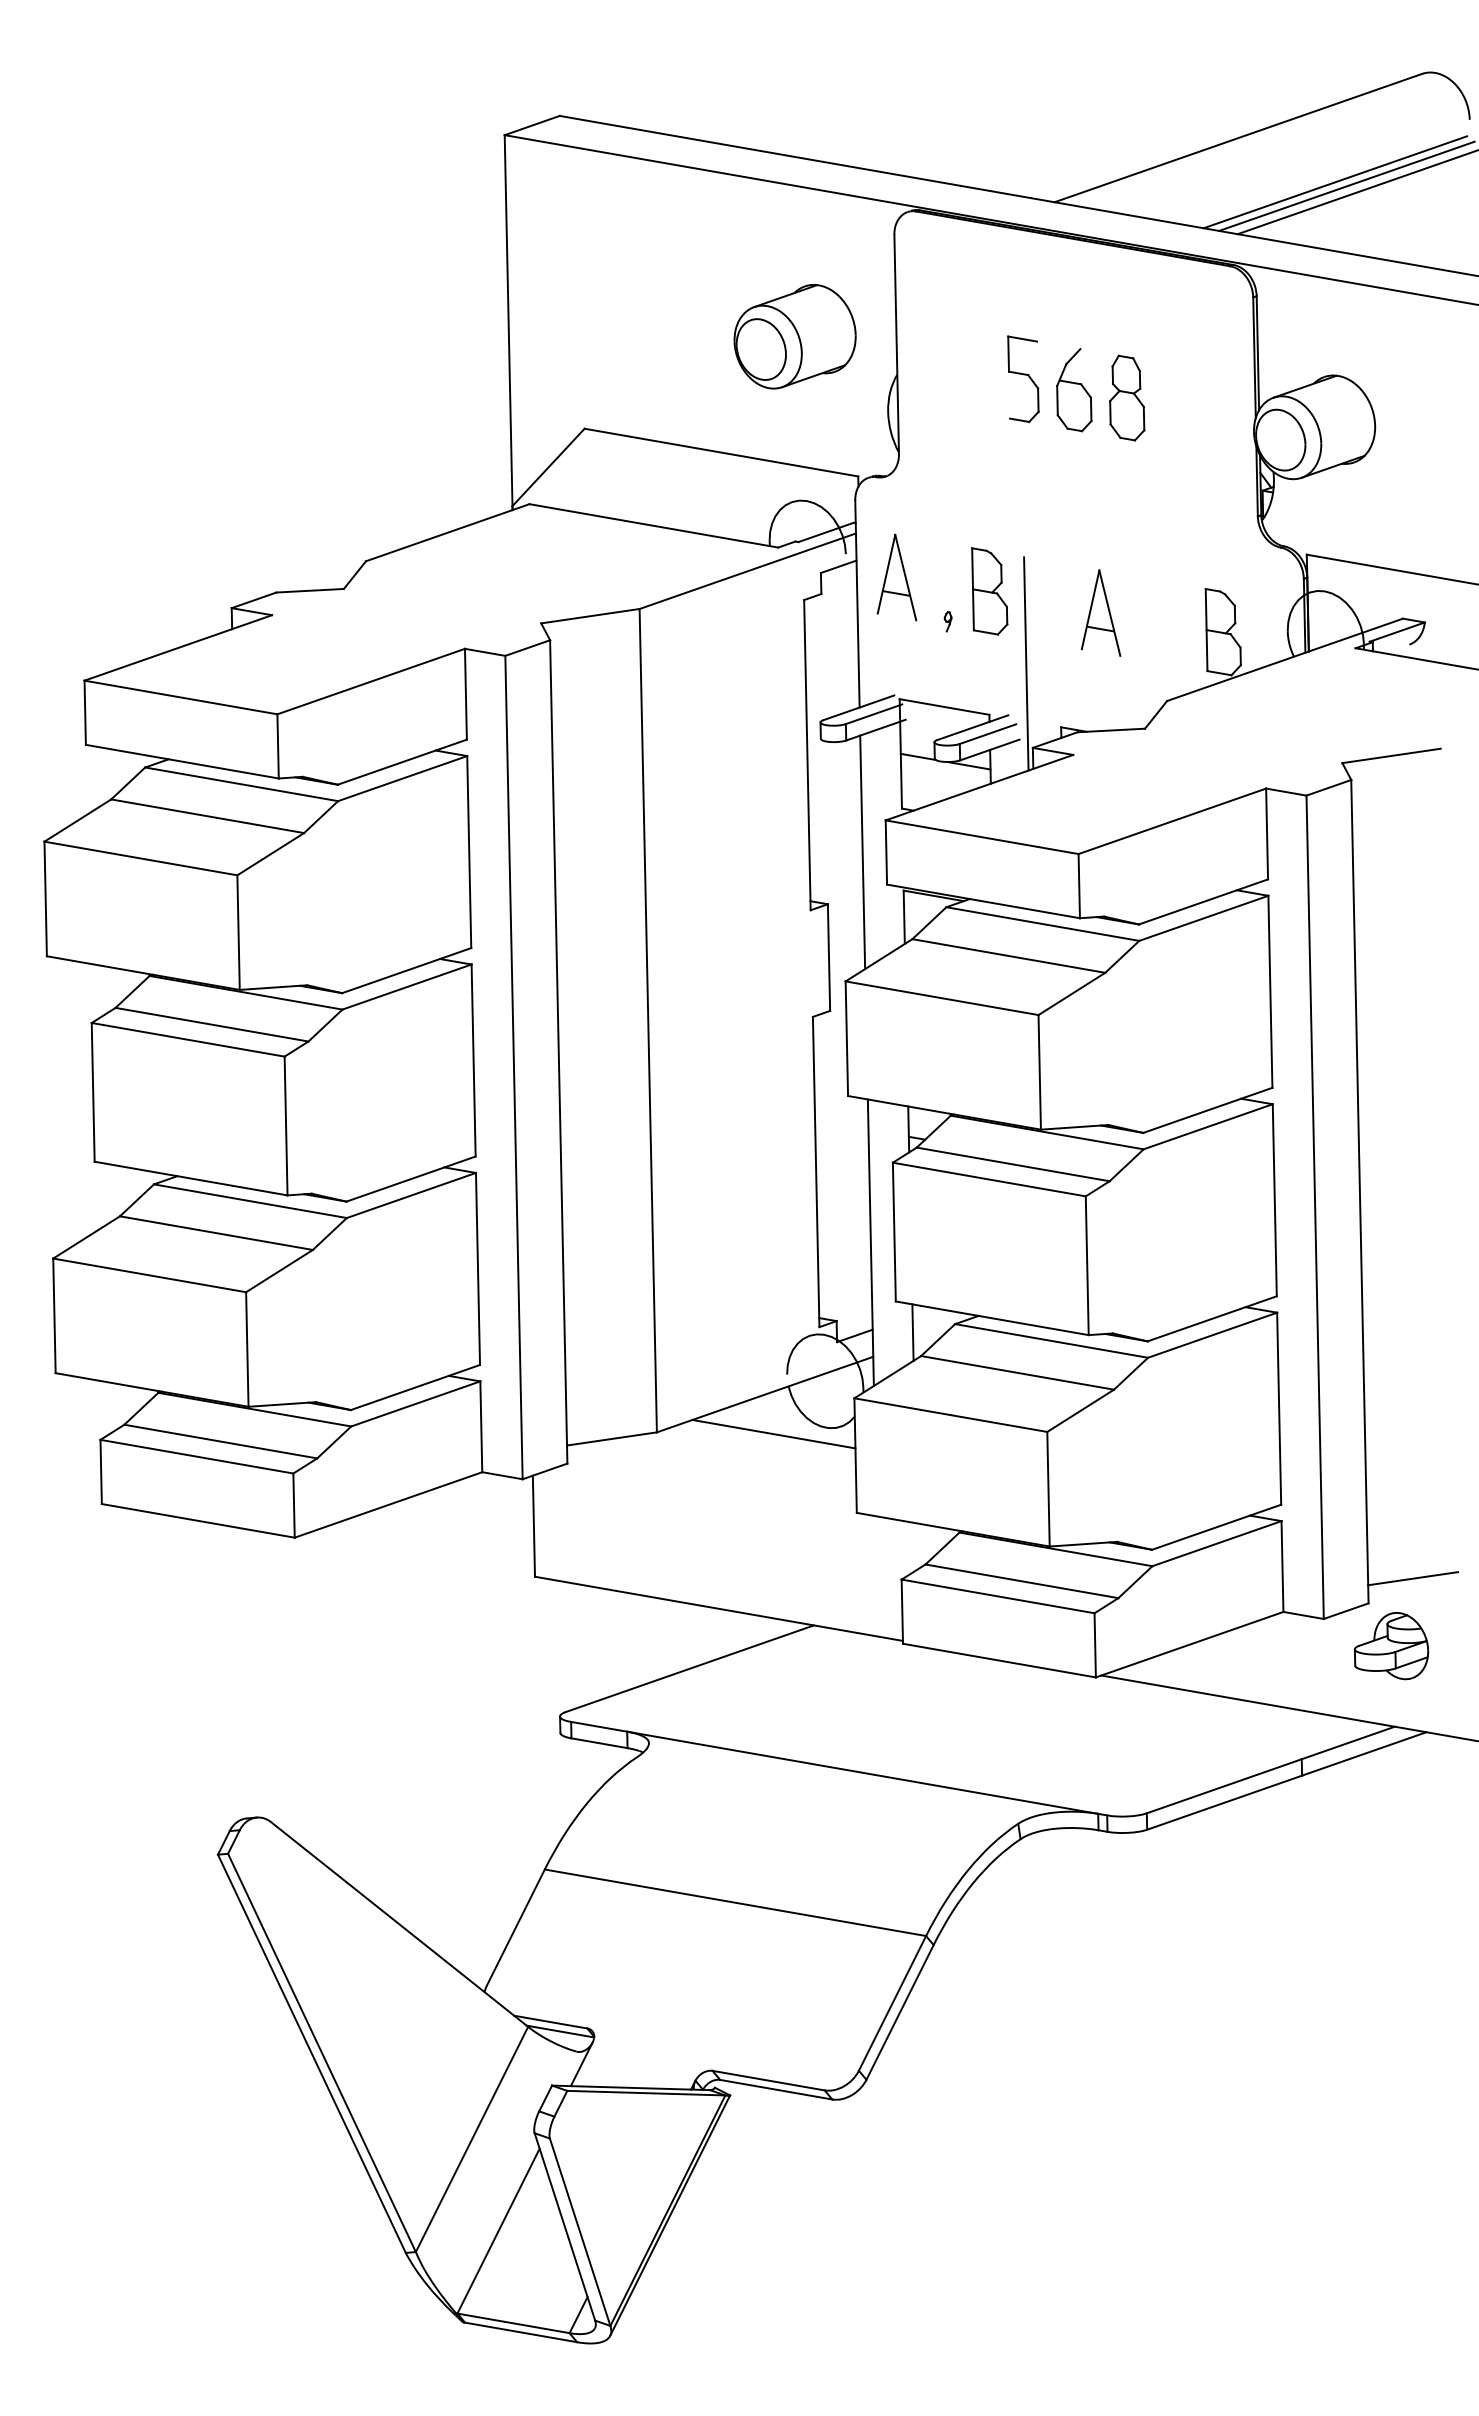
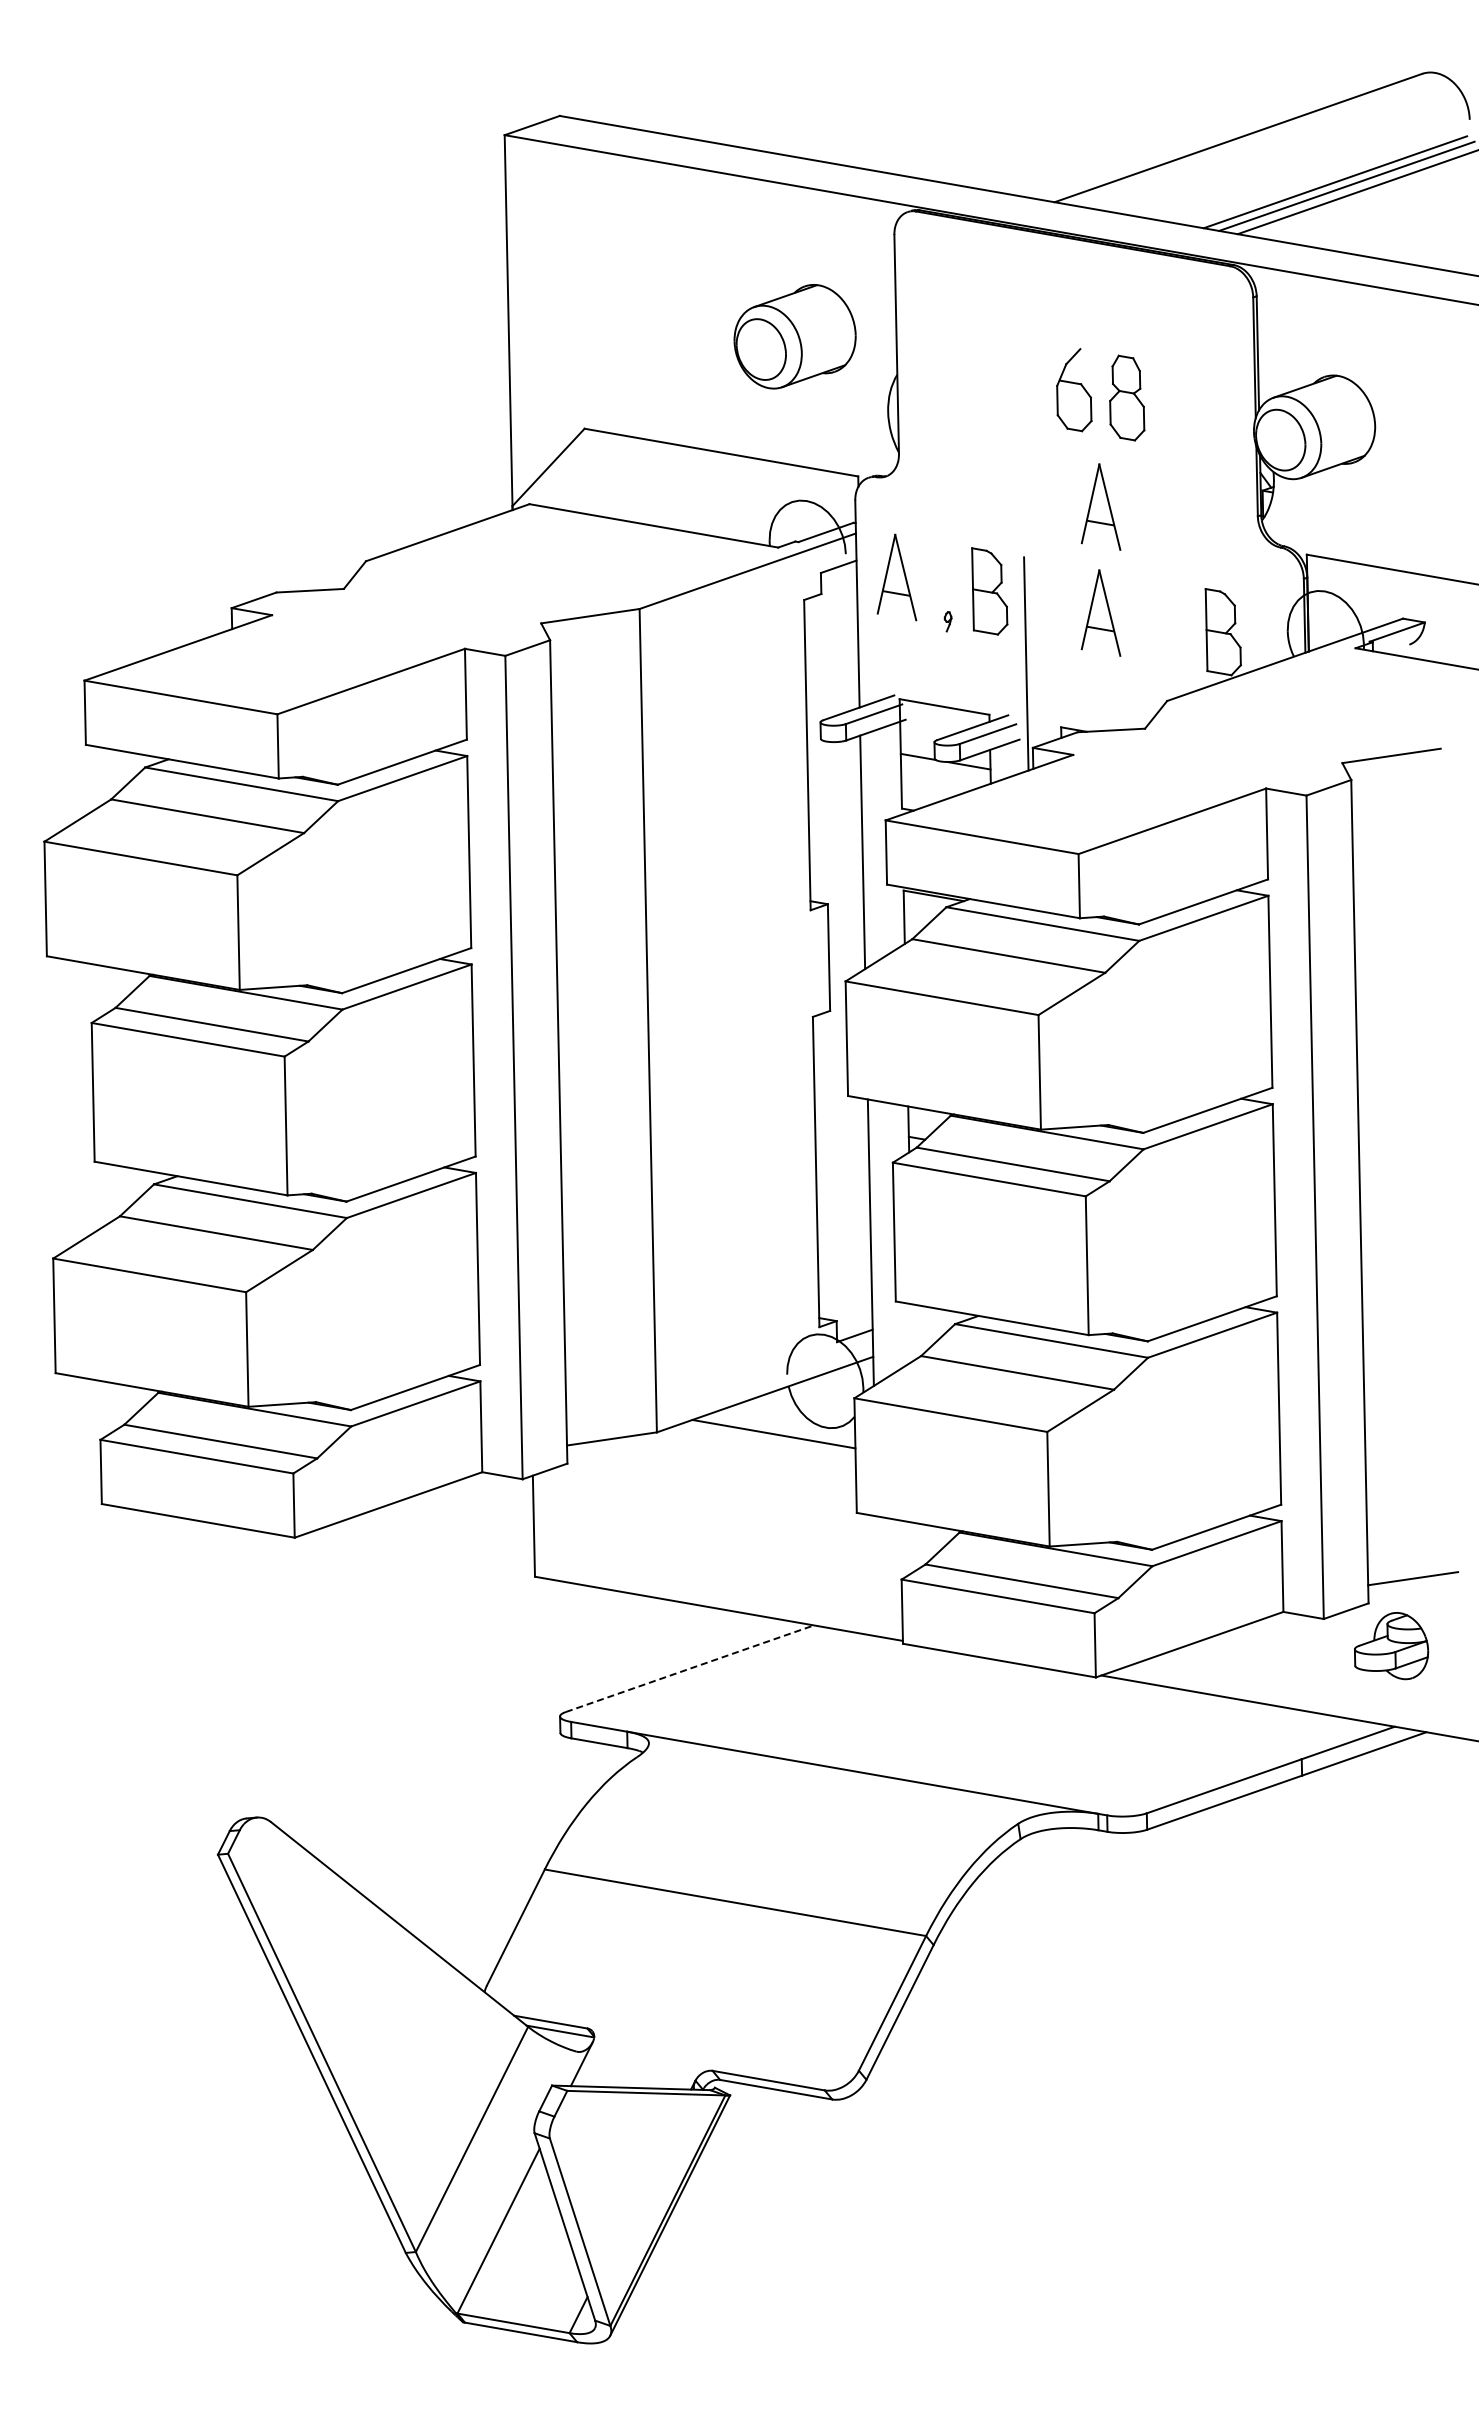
part at (1023, 378): present -> none
part at (1100, 506): none -> present
line at (912, 1332): present -> none
line at (690, 1668): solid -> dashed
